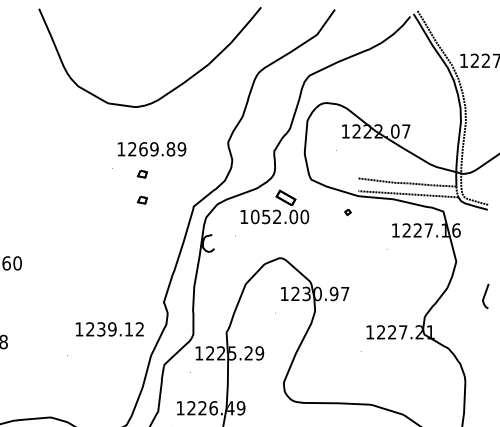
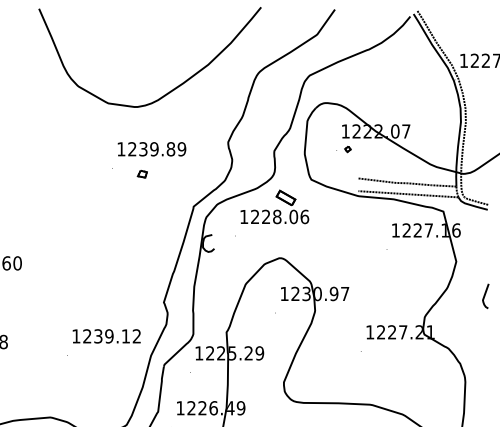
text at (143, 149): 1269.89 -> 1239.89
part at (141, 200): present -> none
part at (347, 212) position: (347, 212) -> (347, 149)
text at (280, 216): 1052.00 -> 1228.06
text at (109, 329) position: (109, 329) -> (106, 336)
